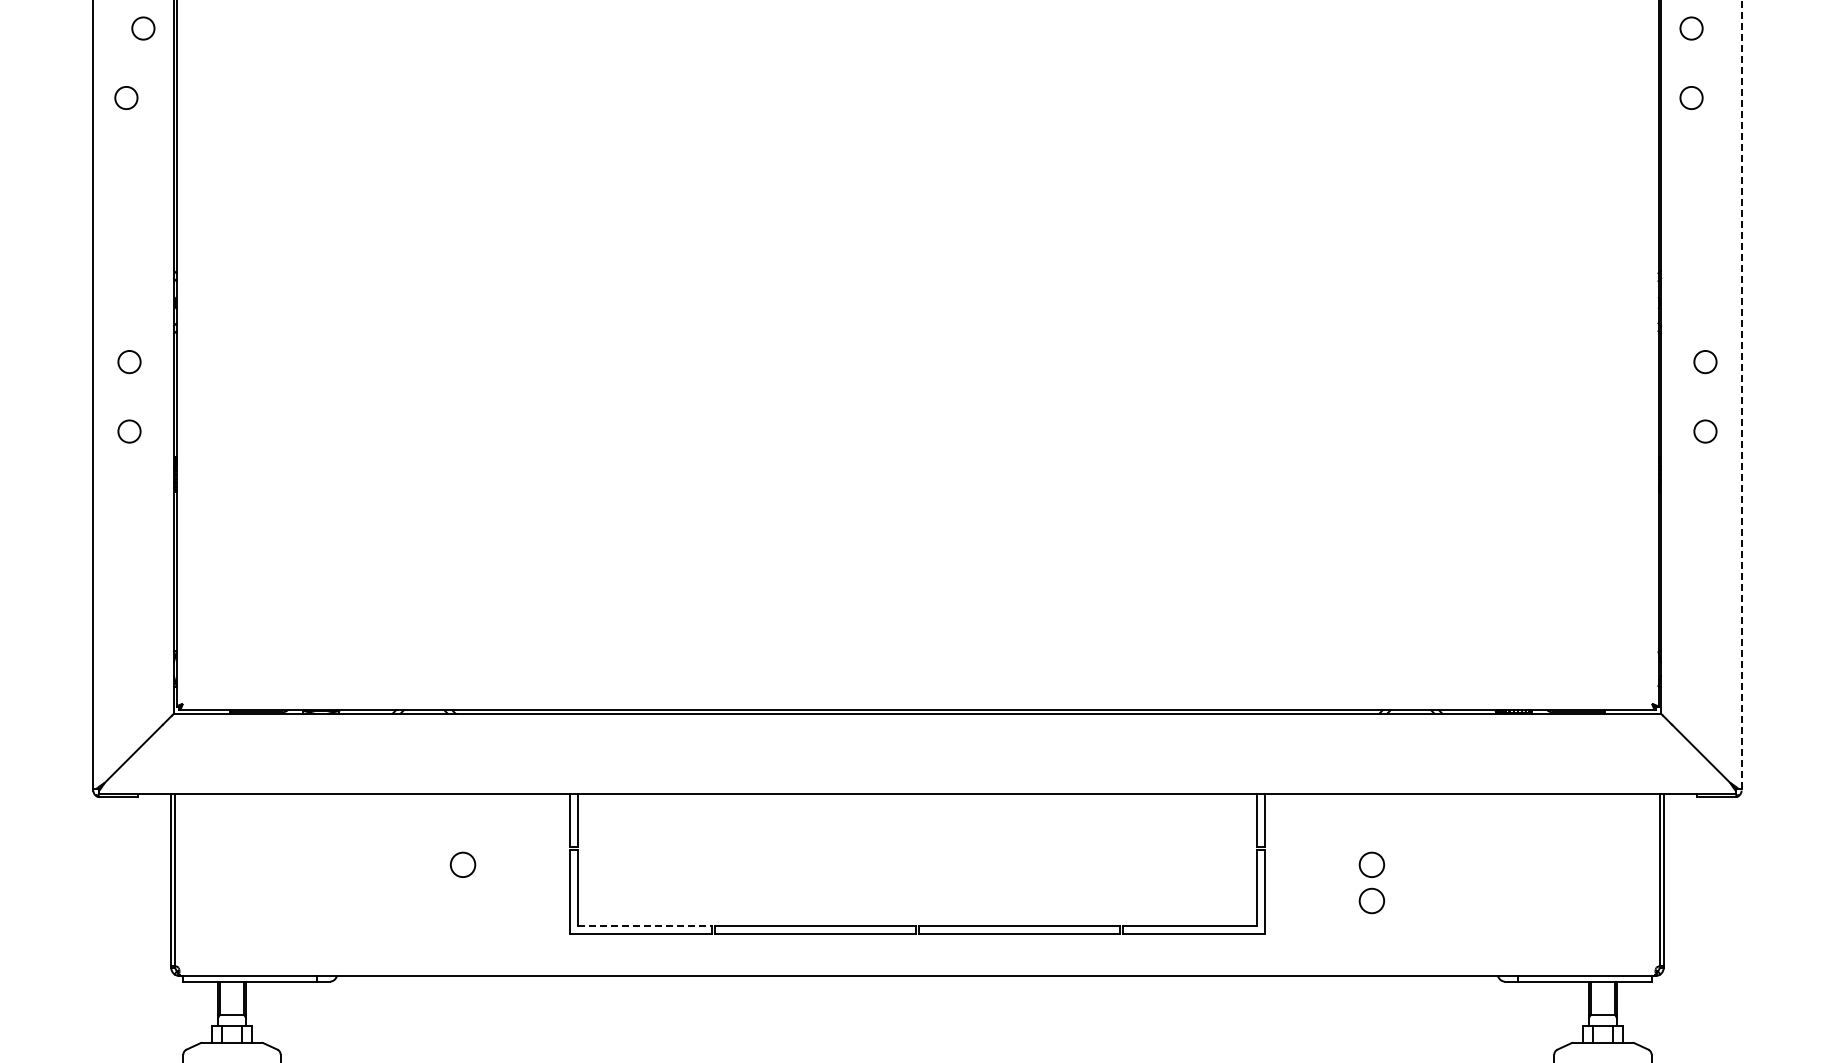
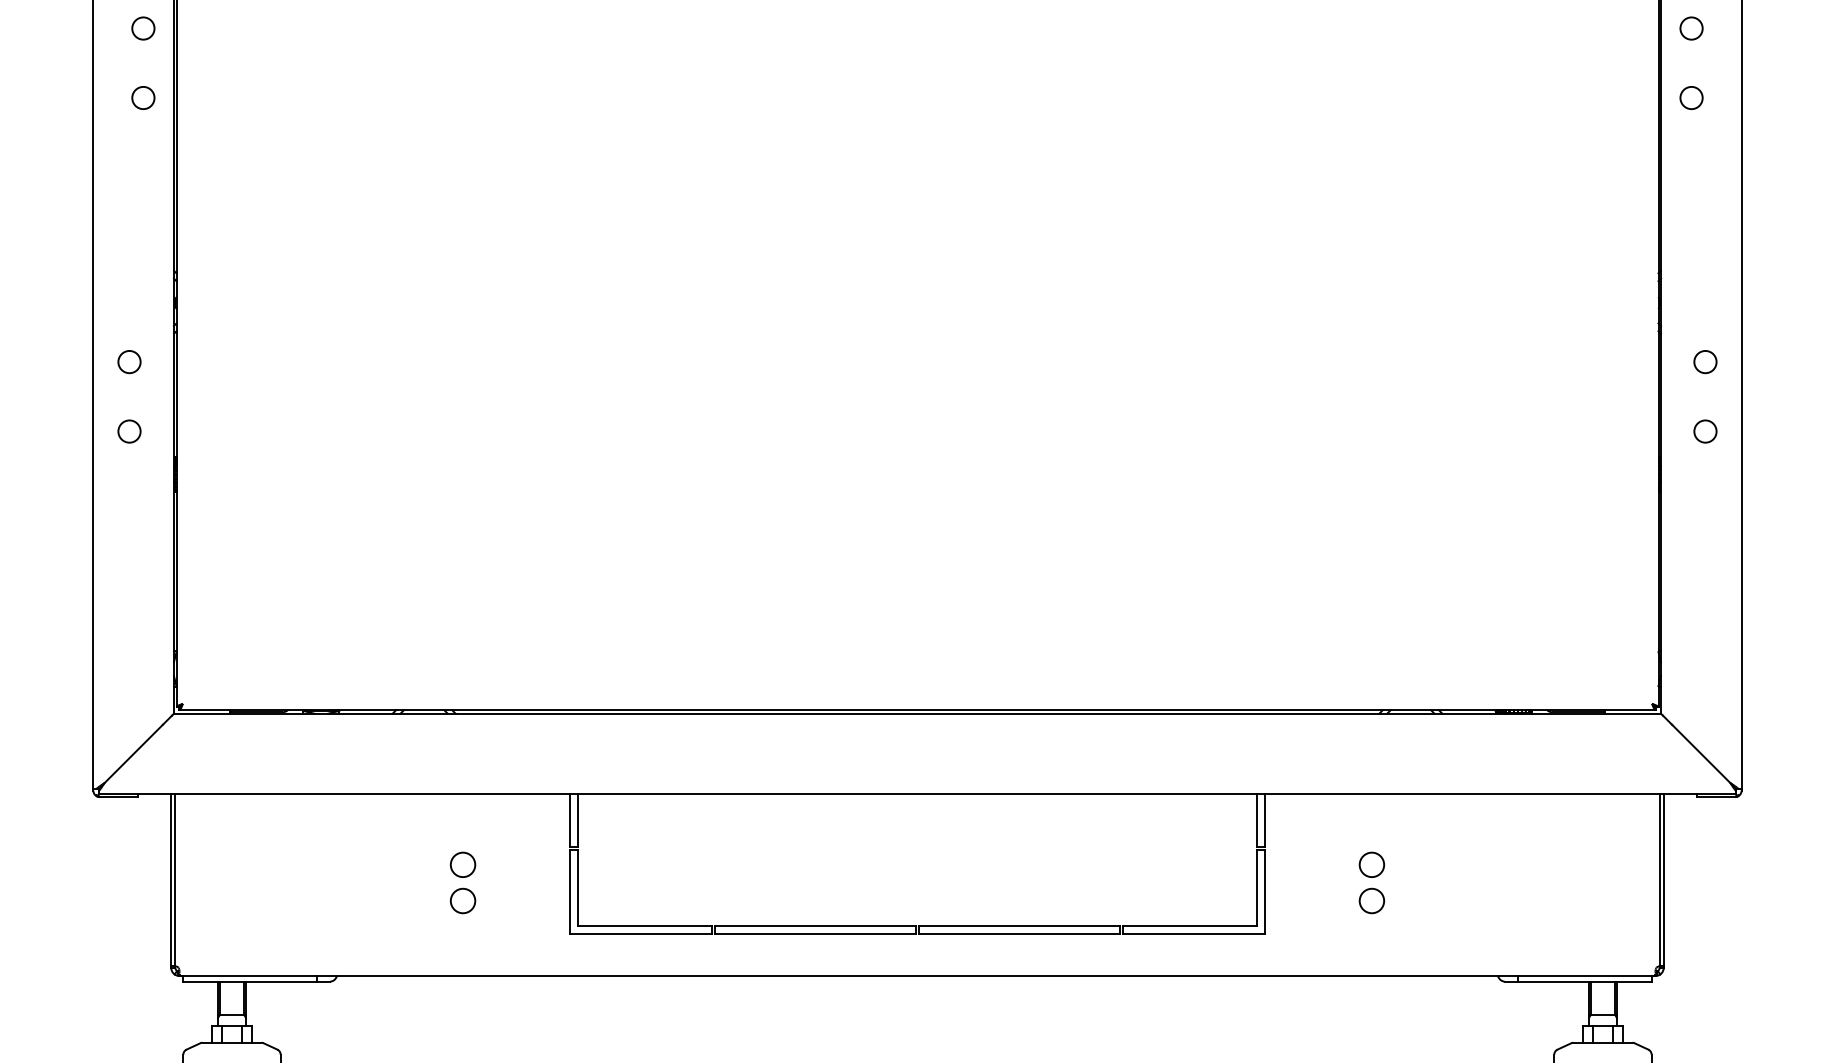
circle at (126, 97) position: (126, 97) -> (143, 97)
line at (1741, 395): dashed -> solid
circle at (463, 900): none -> present
line at (645, 926): dashed -> solid
